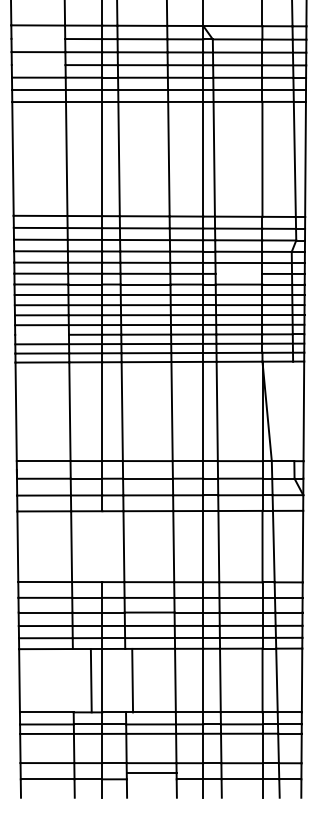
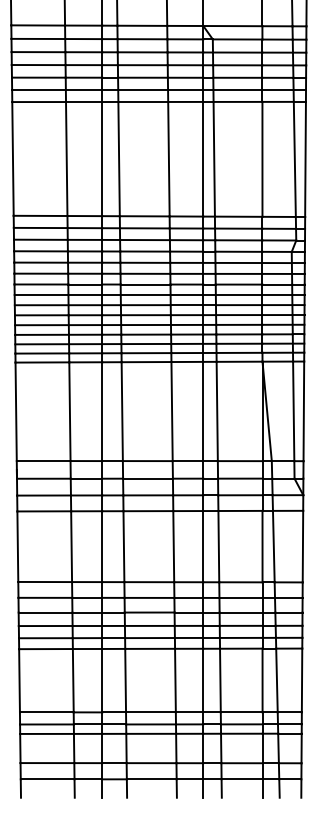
line at (38, 38): none -> present
line at (38, 65): none -> present
line at (238, 273): none -> present
line at (41, 334): none -> present
line at (293, 411): none -> present
line at (102, 546): none -> present
line at (90, 680) position: (90, 680) -> (72, 680)
line at (132, 680) position: (132, 680) -> (125, 680)
line at (151, 773) position: (151, 773) -> (151, 779)
